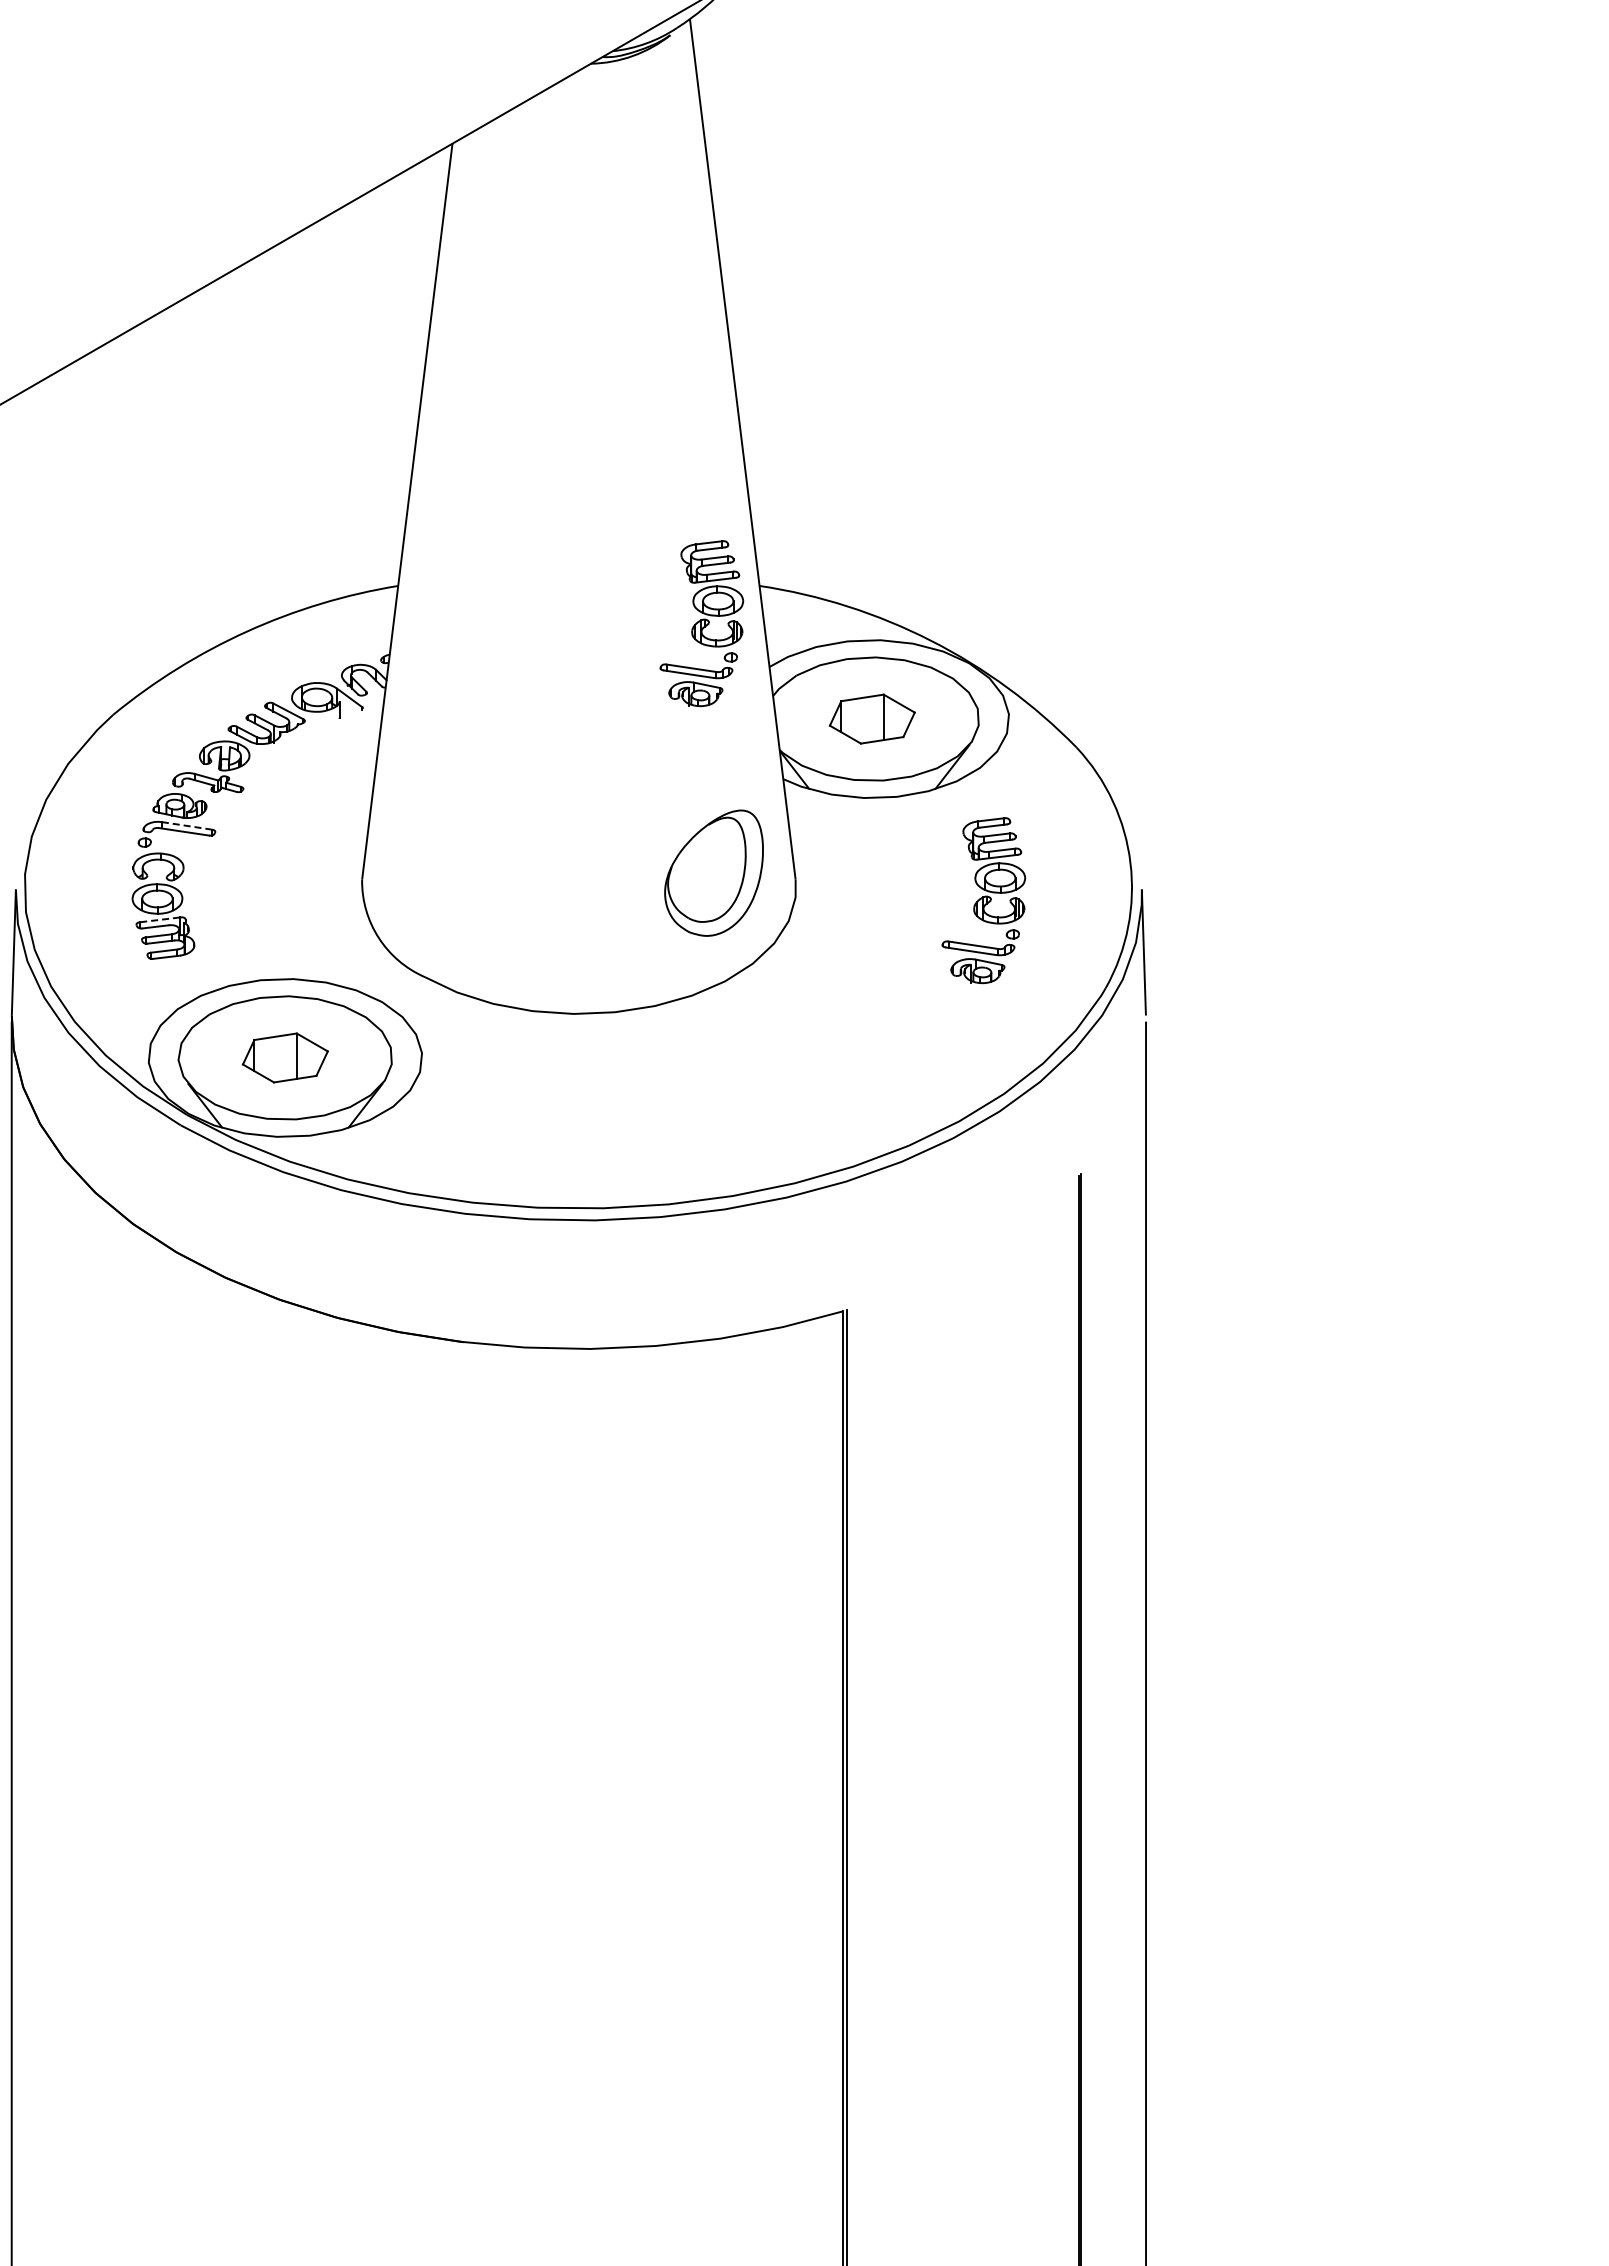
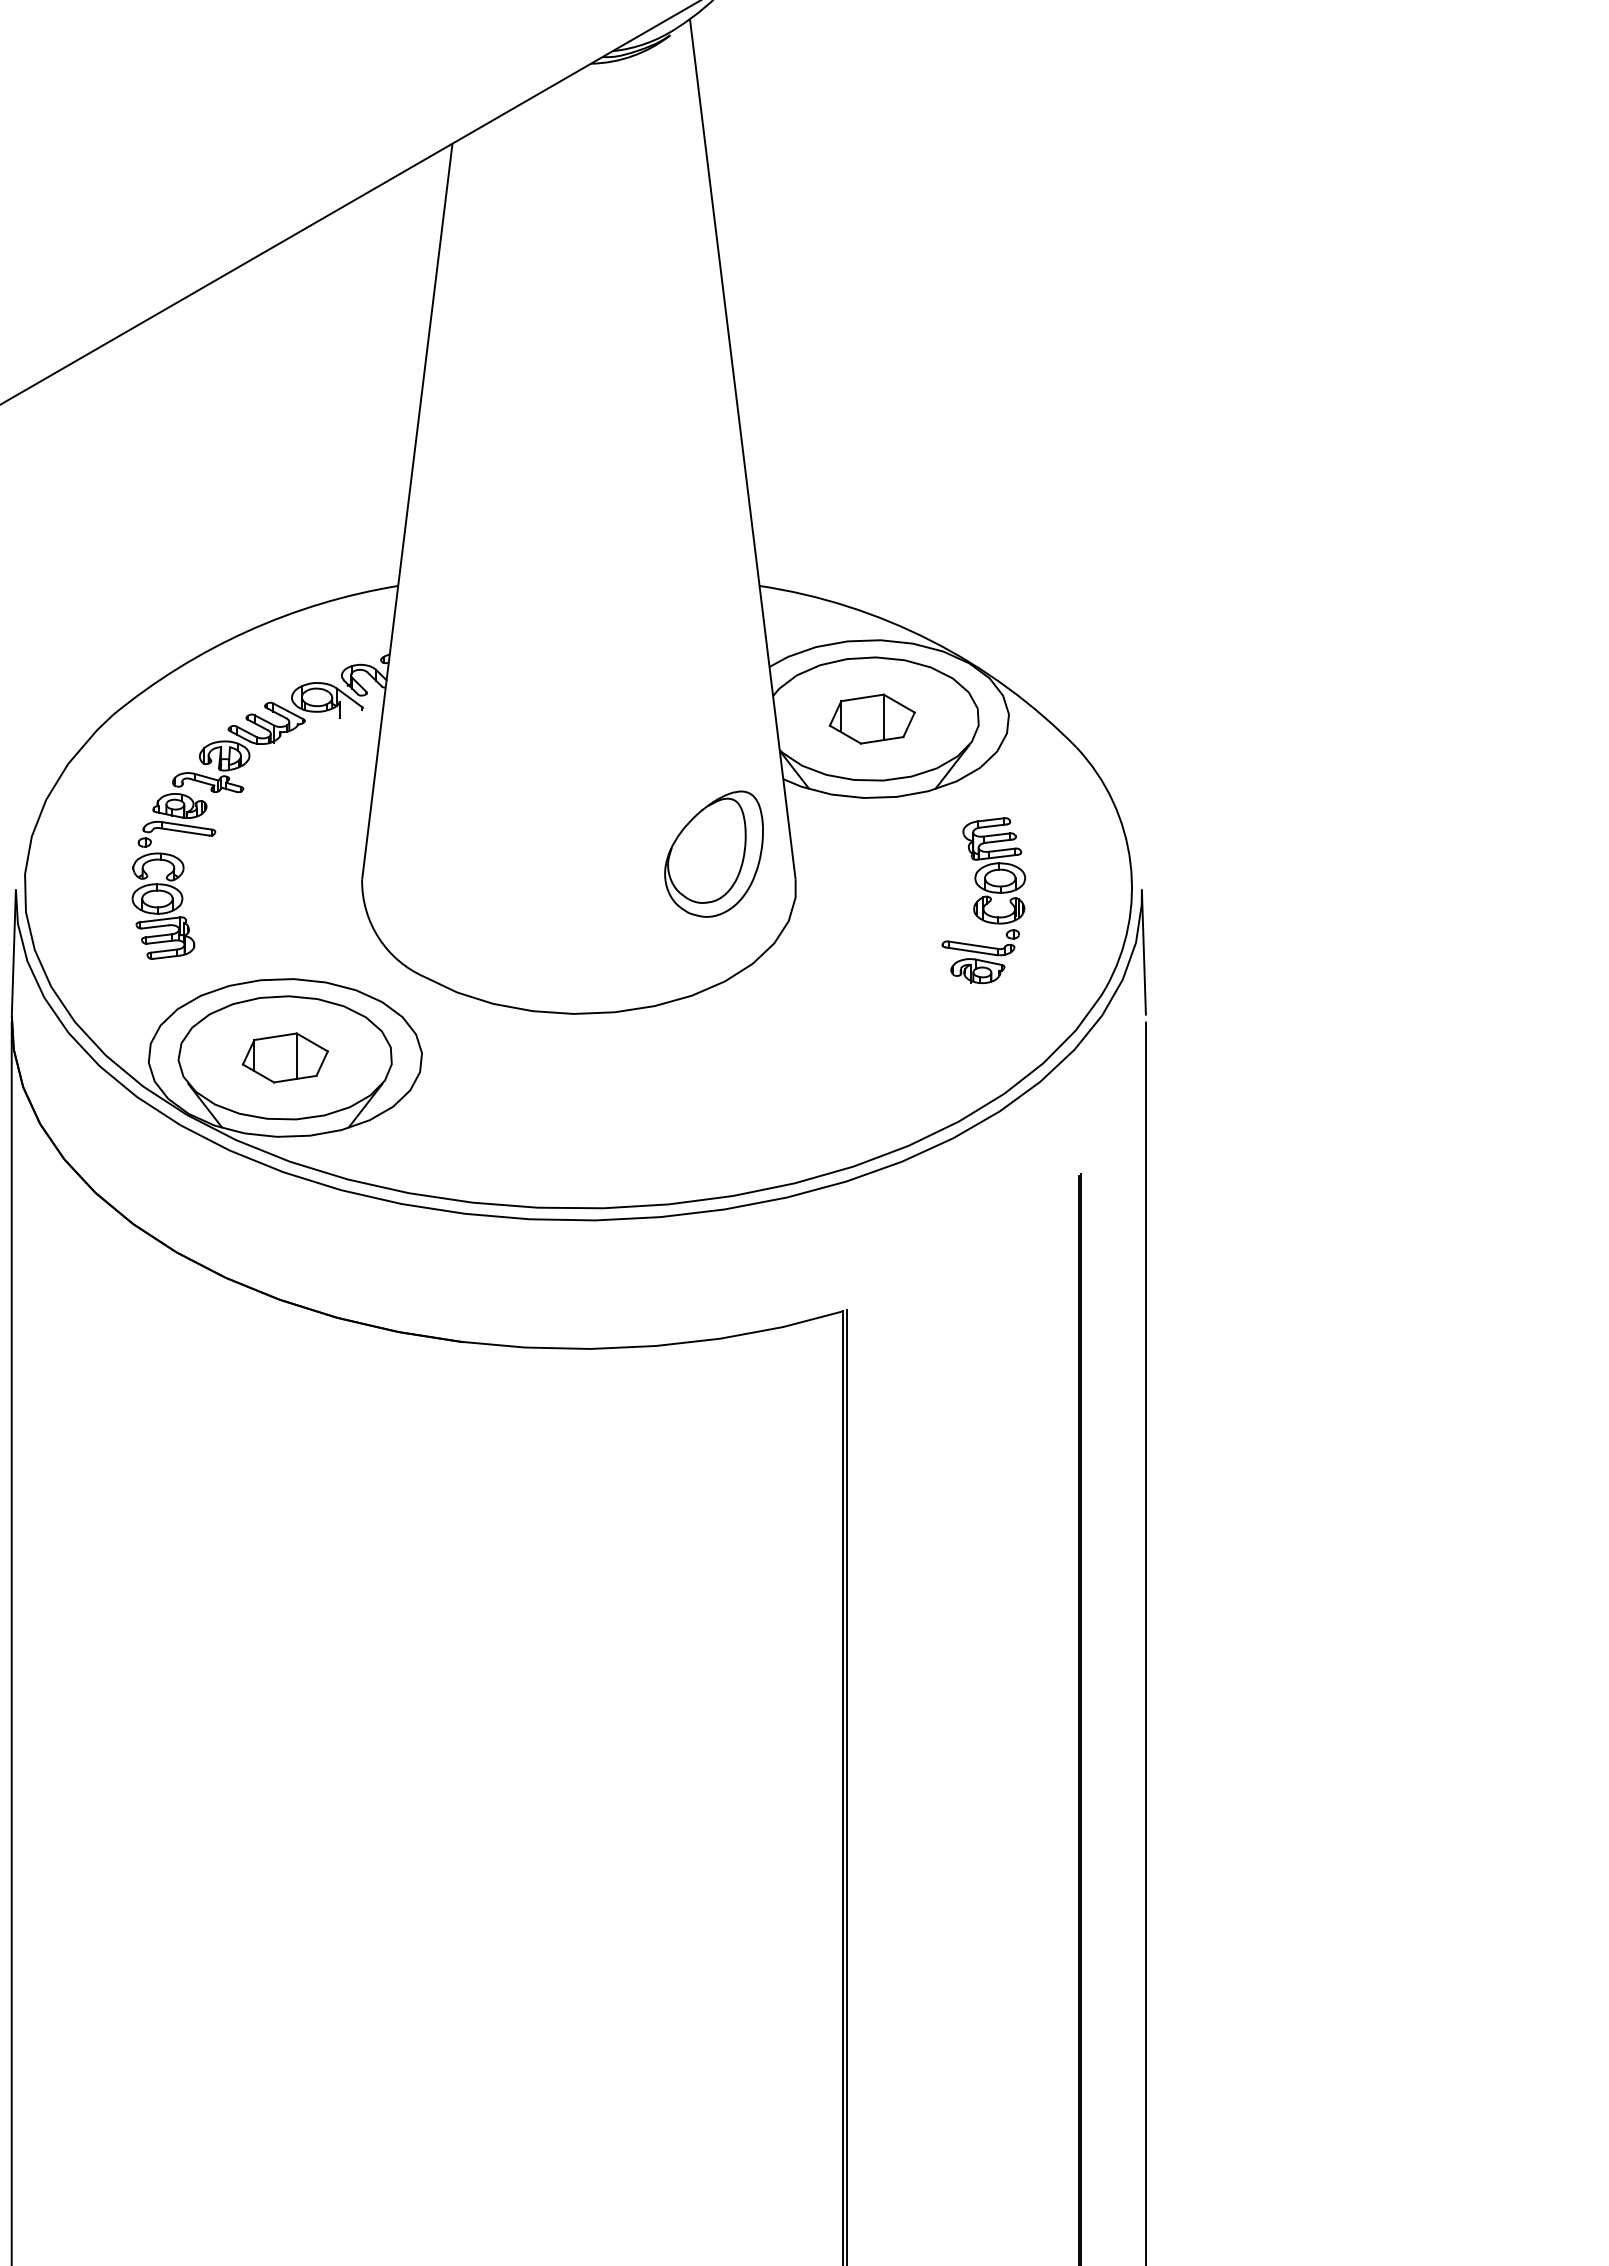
part at (701, 623): present -> none
line at (187, 825): dashed -> solid
part at (713, 872) position: (713, 872) -> (713, 853)
line at (160, 919): dashed -> solid
